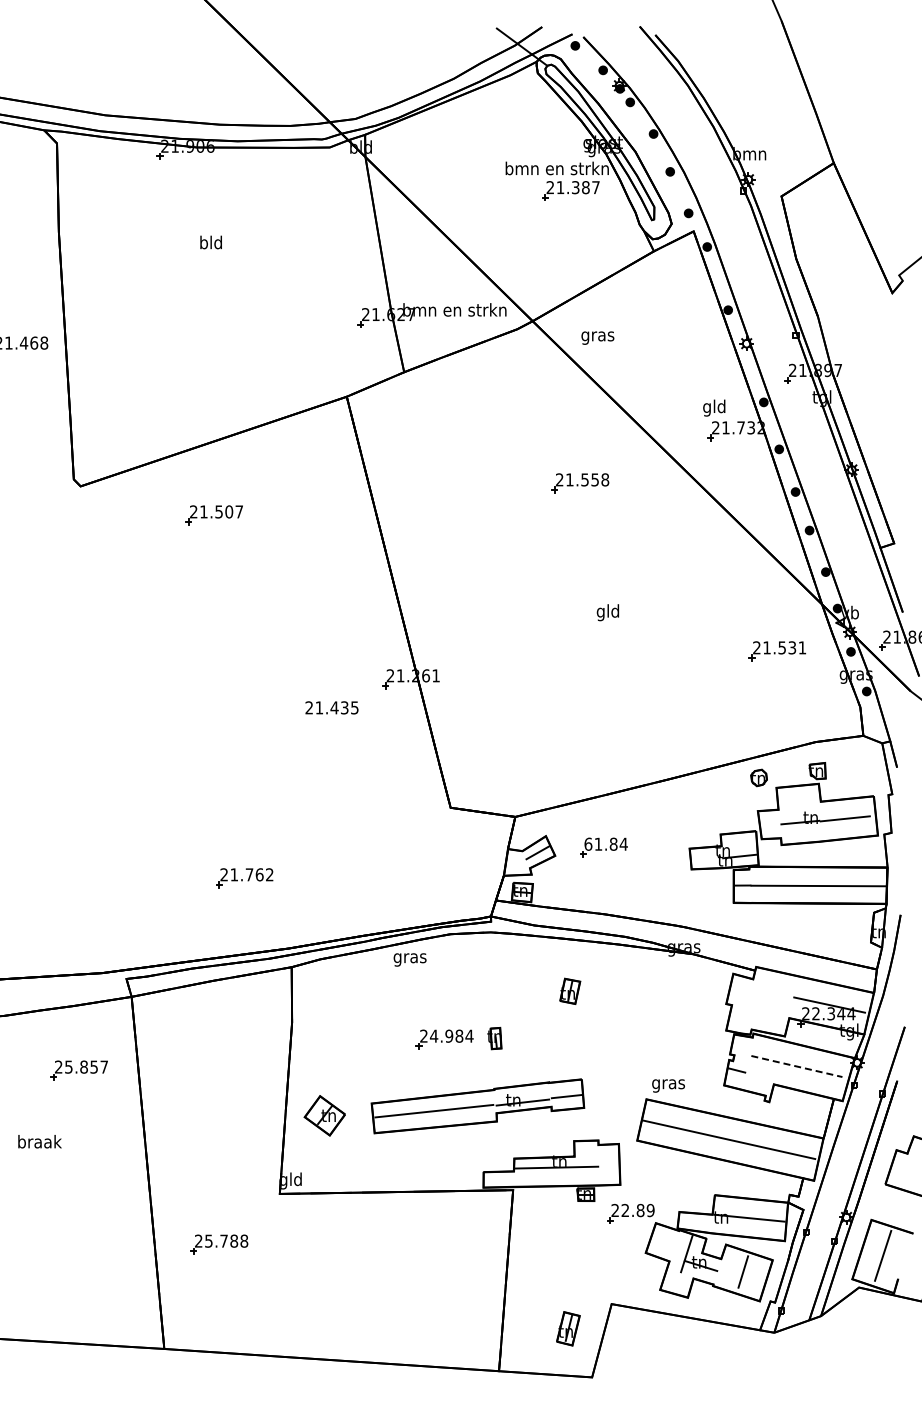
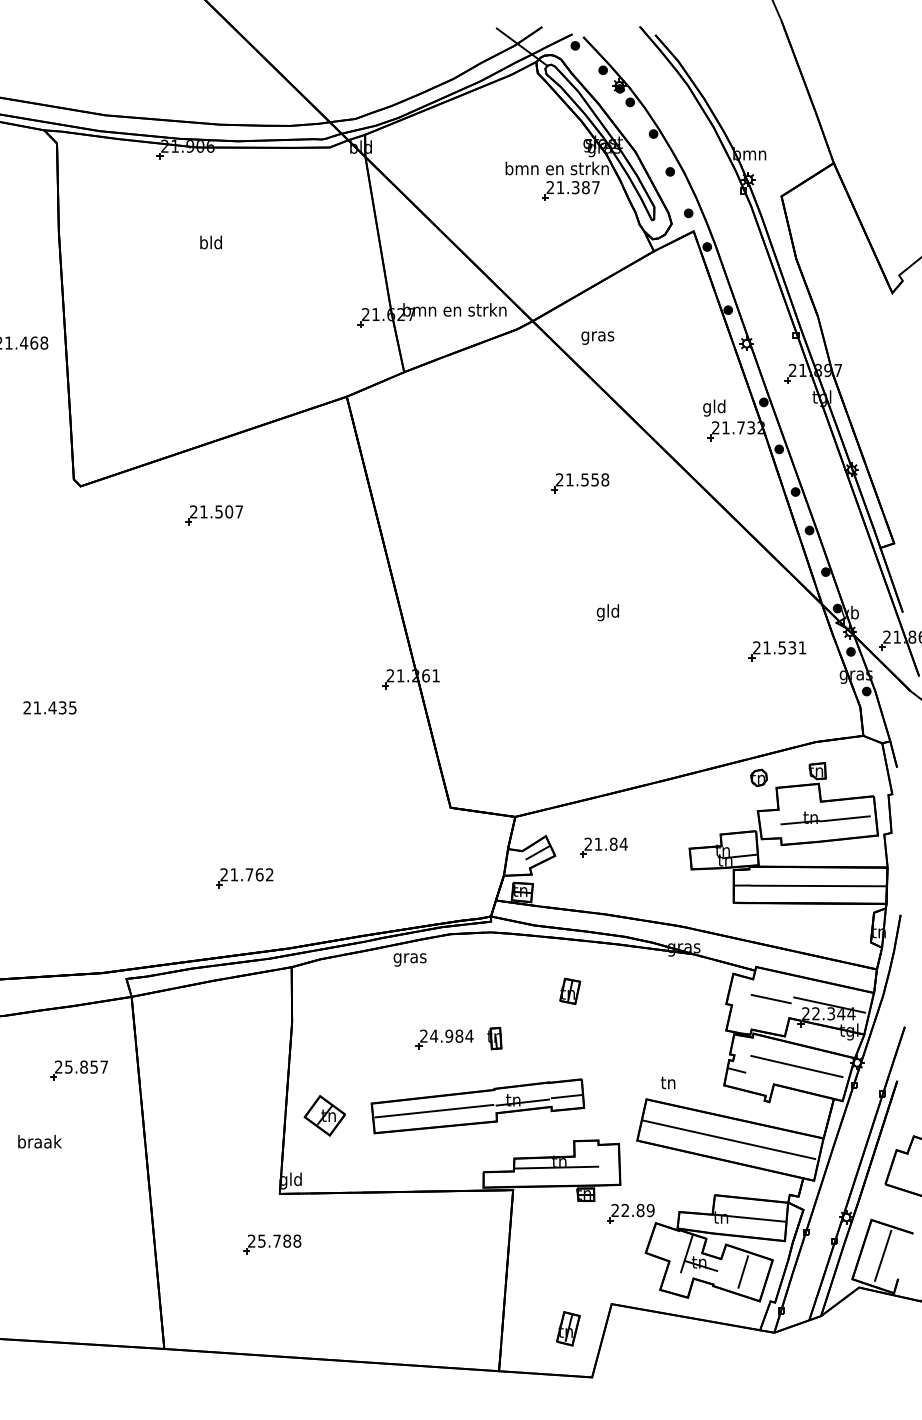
text at (331, 707) position: (331, 707) -> (49, 707)
text at (588, 843): 61.84 -> 21.84
line at (770, 998): none -> present
line at (796, 1066): dashed -> solid
text at (668, 1084): gras -> tn
part at (219, 1244) position: (219, 1244) -> (272, 1244)
